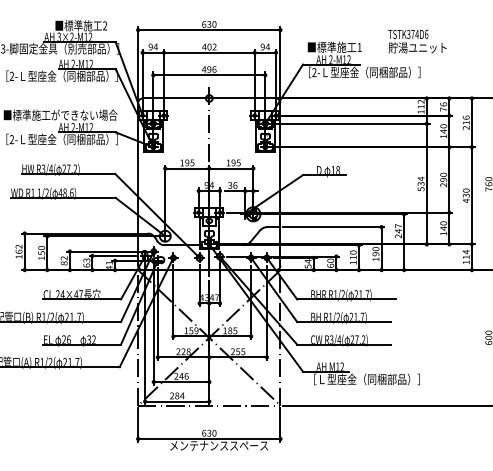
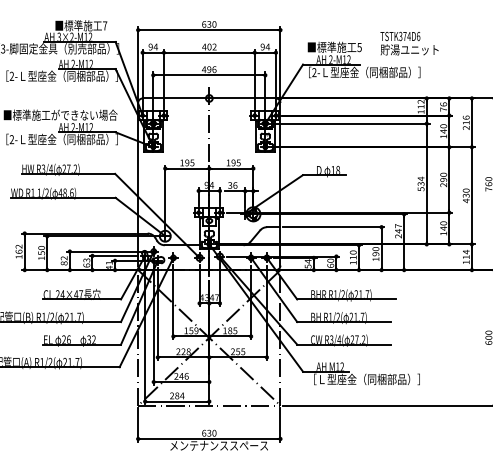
text at (105, 25): 2 -> 7
text at (417, 41) position: (417, 41) -> (409, 43)
text at (359, 47): 1 -> 5
